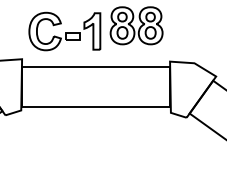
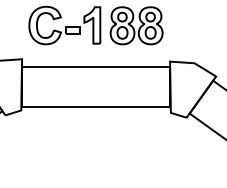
part at (64, 31) position: (64, 31) -> (64, 25)
